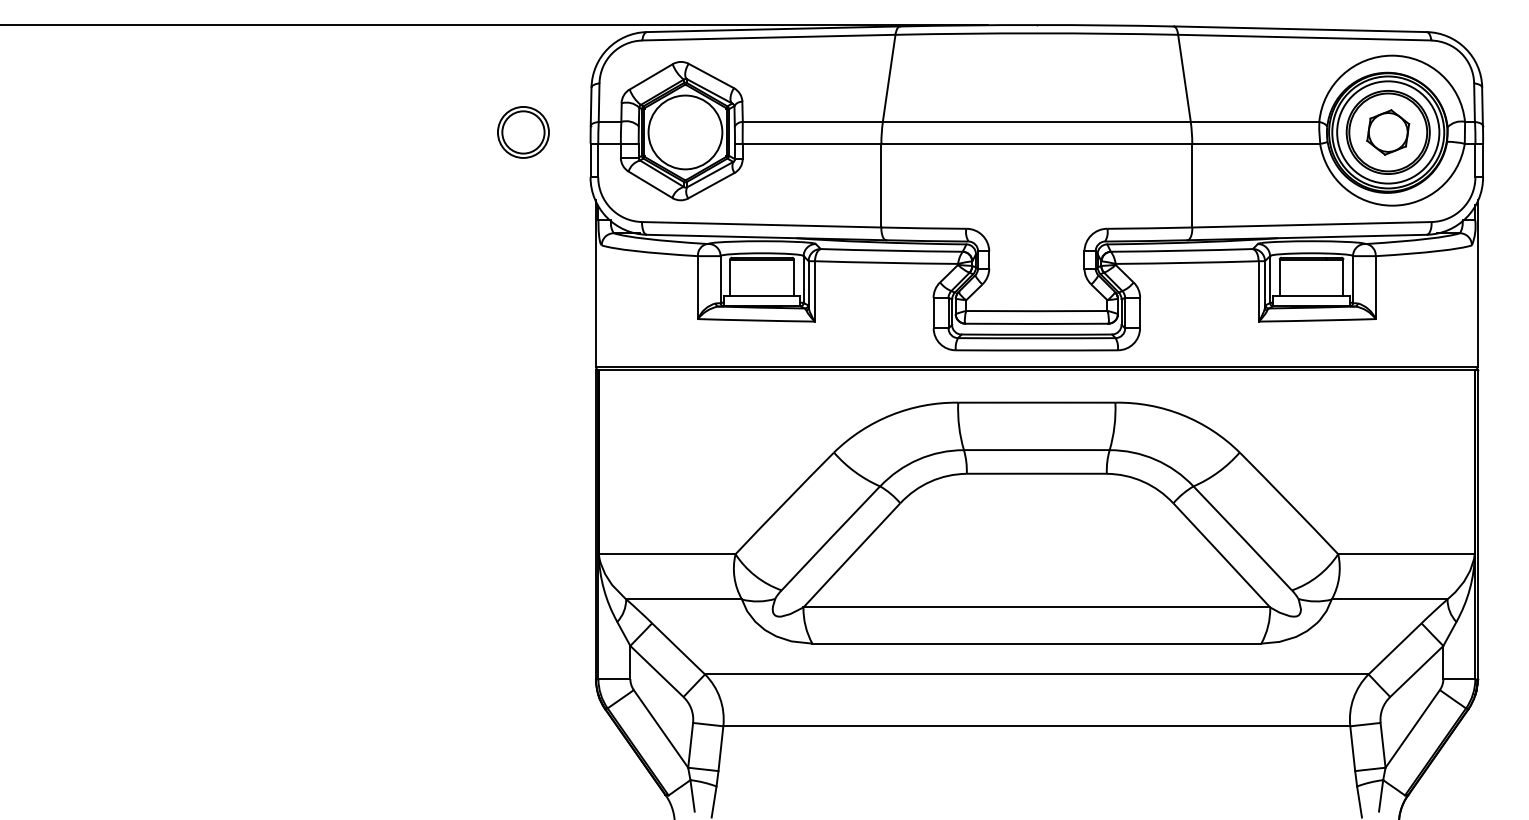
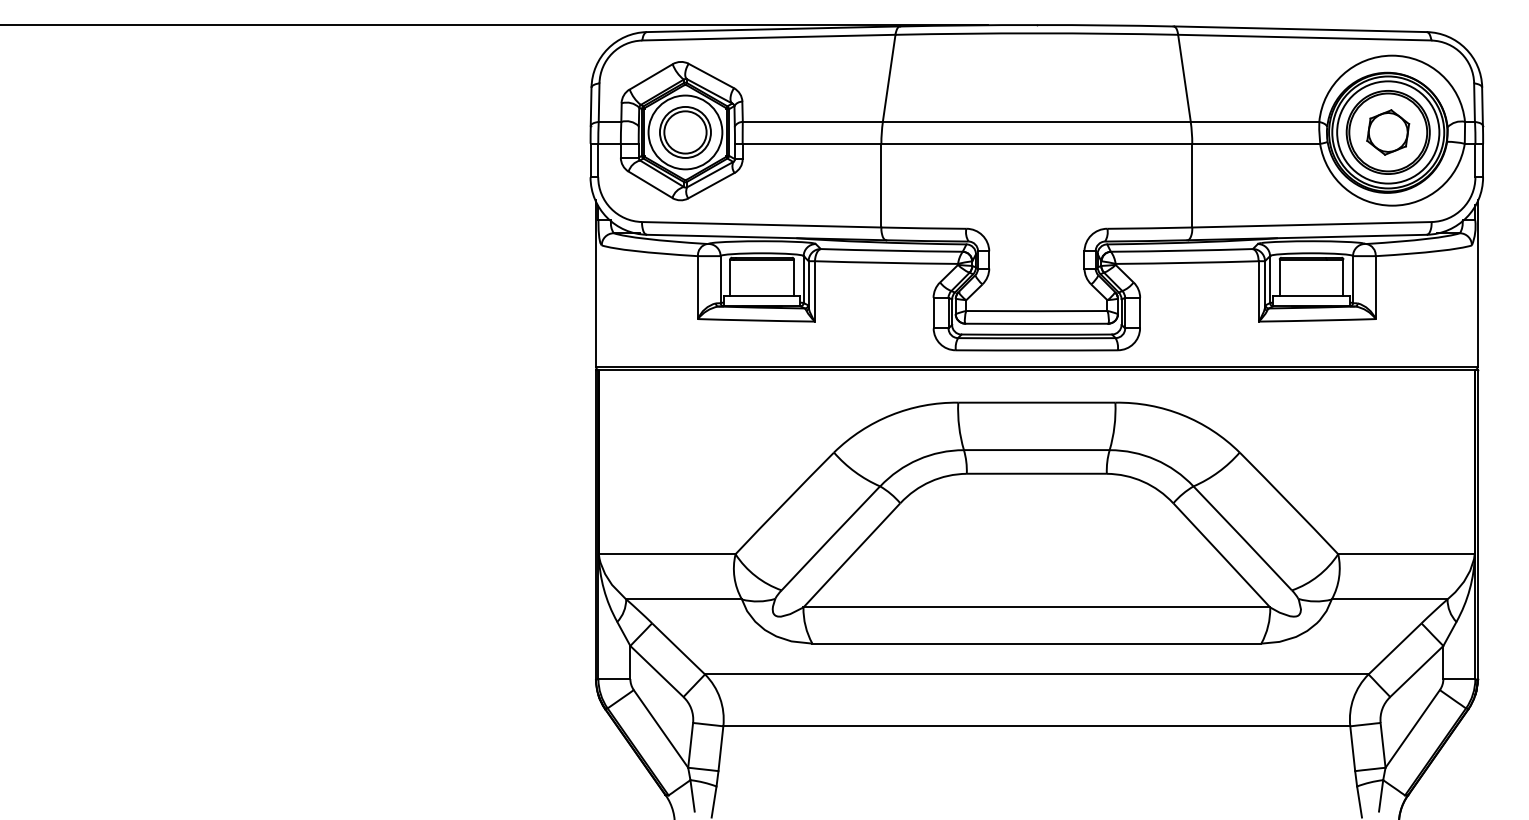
part at (523, 132) position: (523, 132) -> (685, 132)
